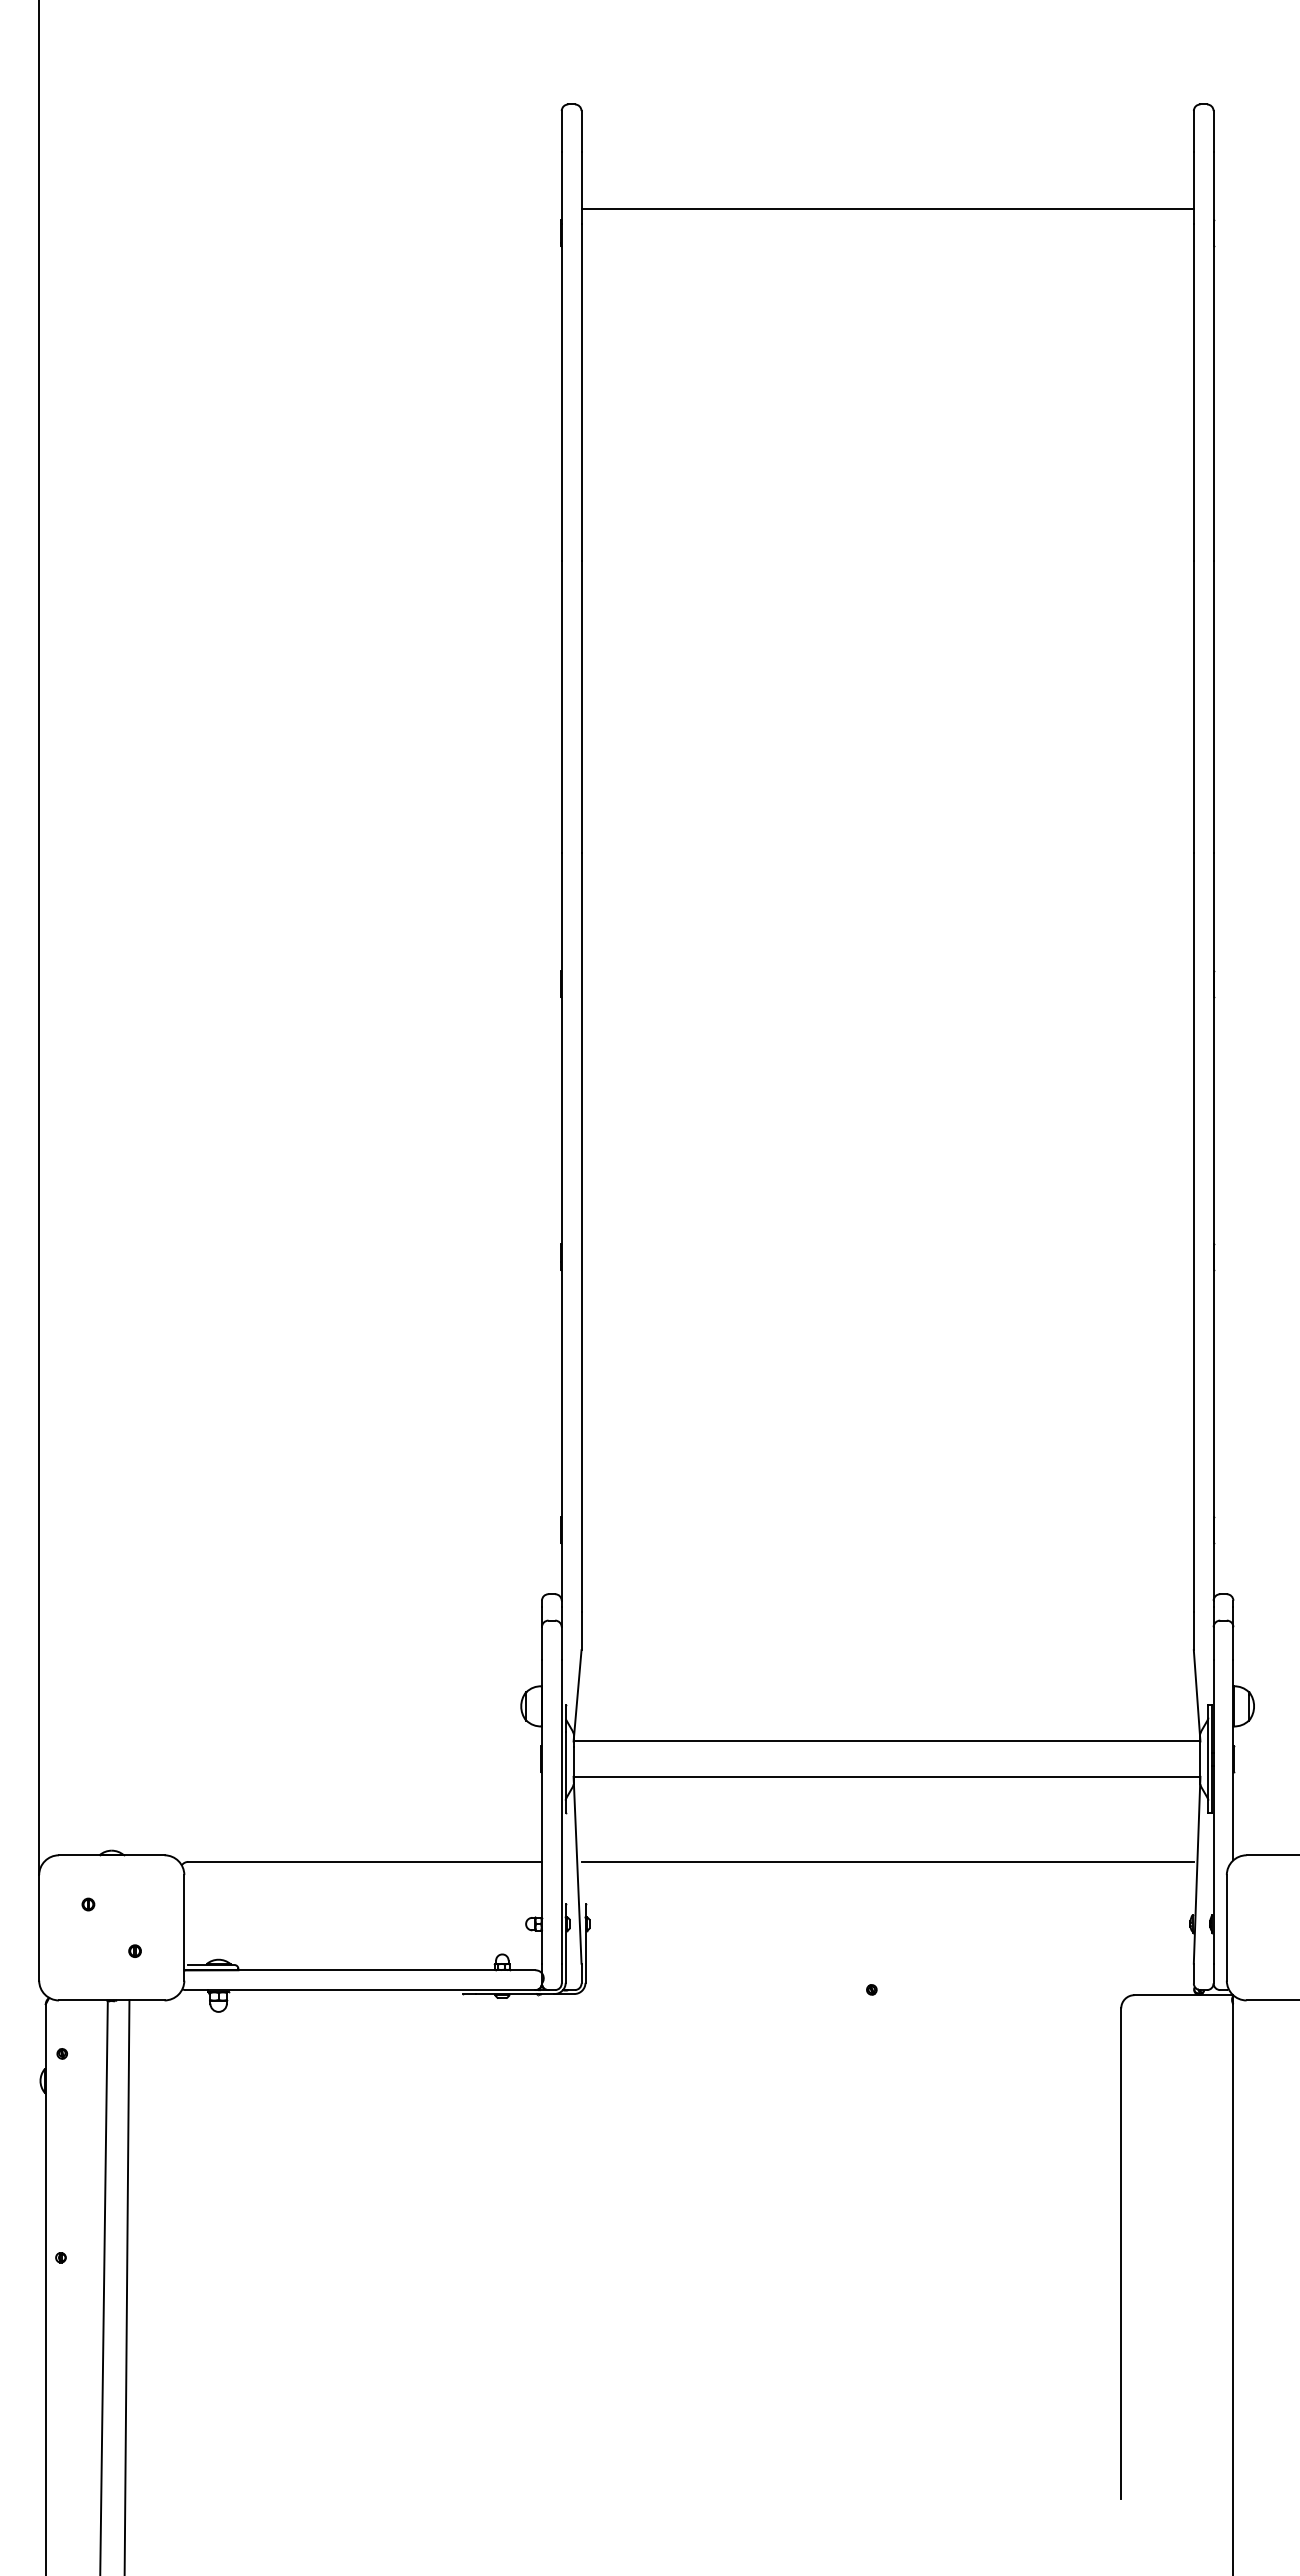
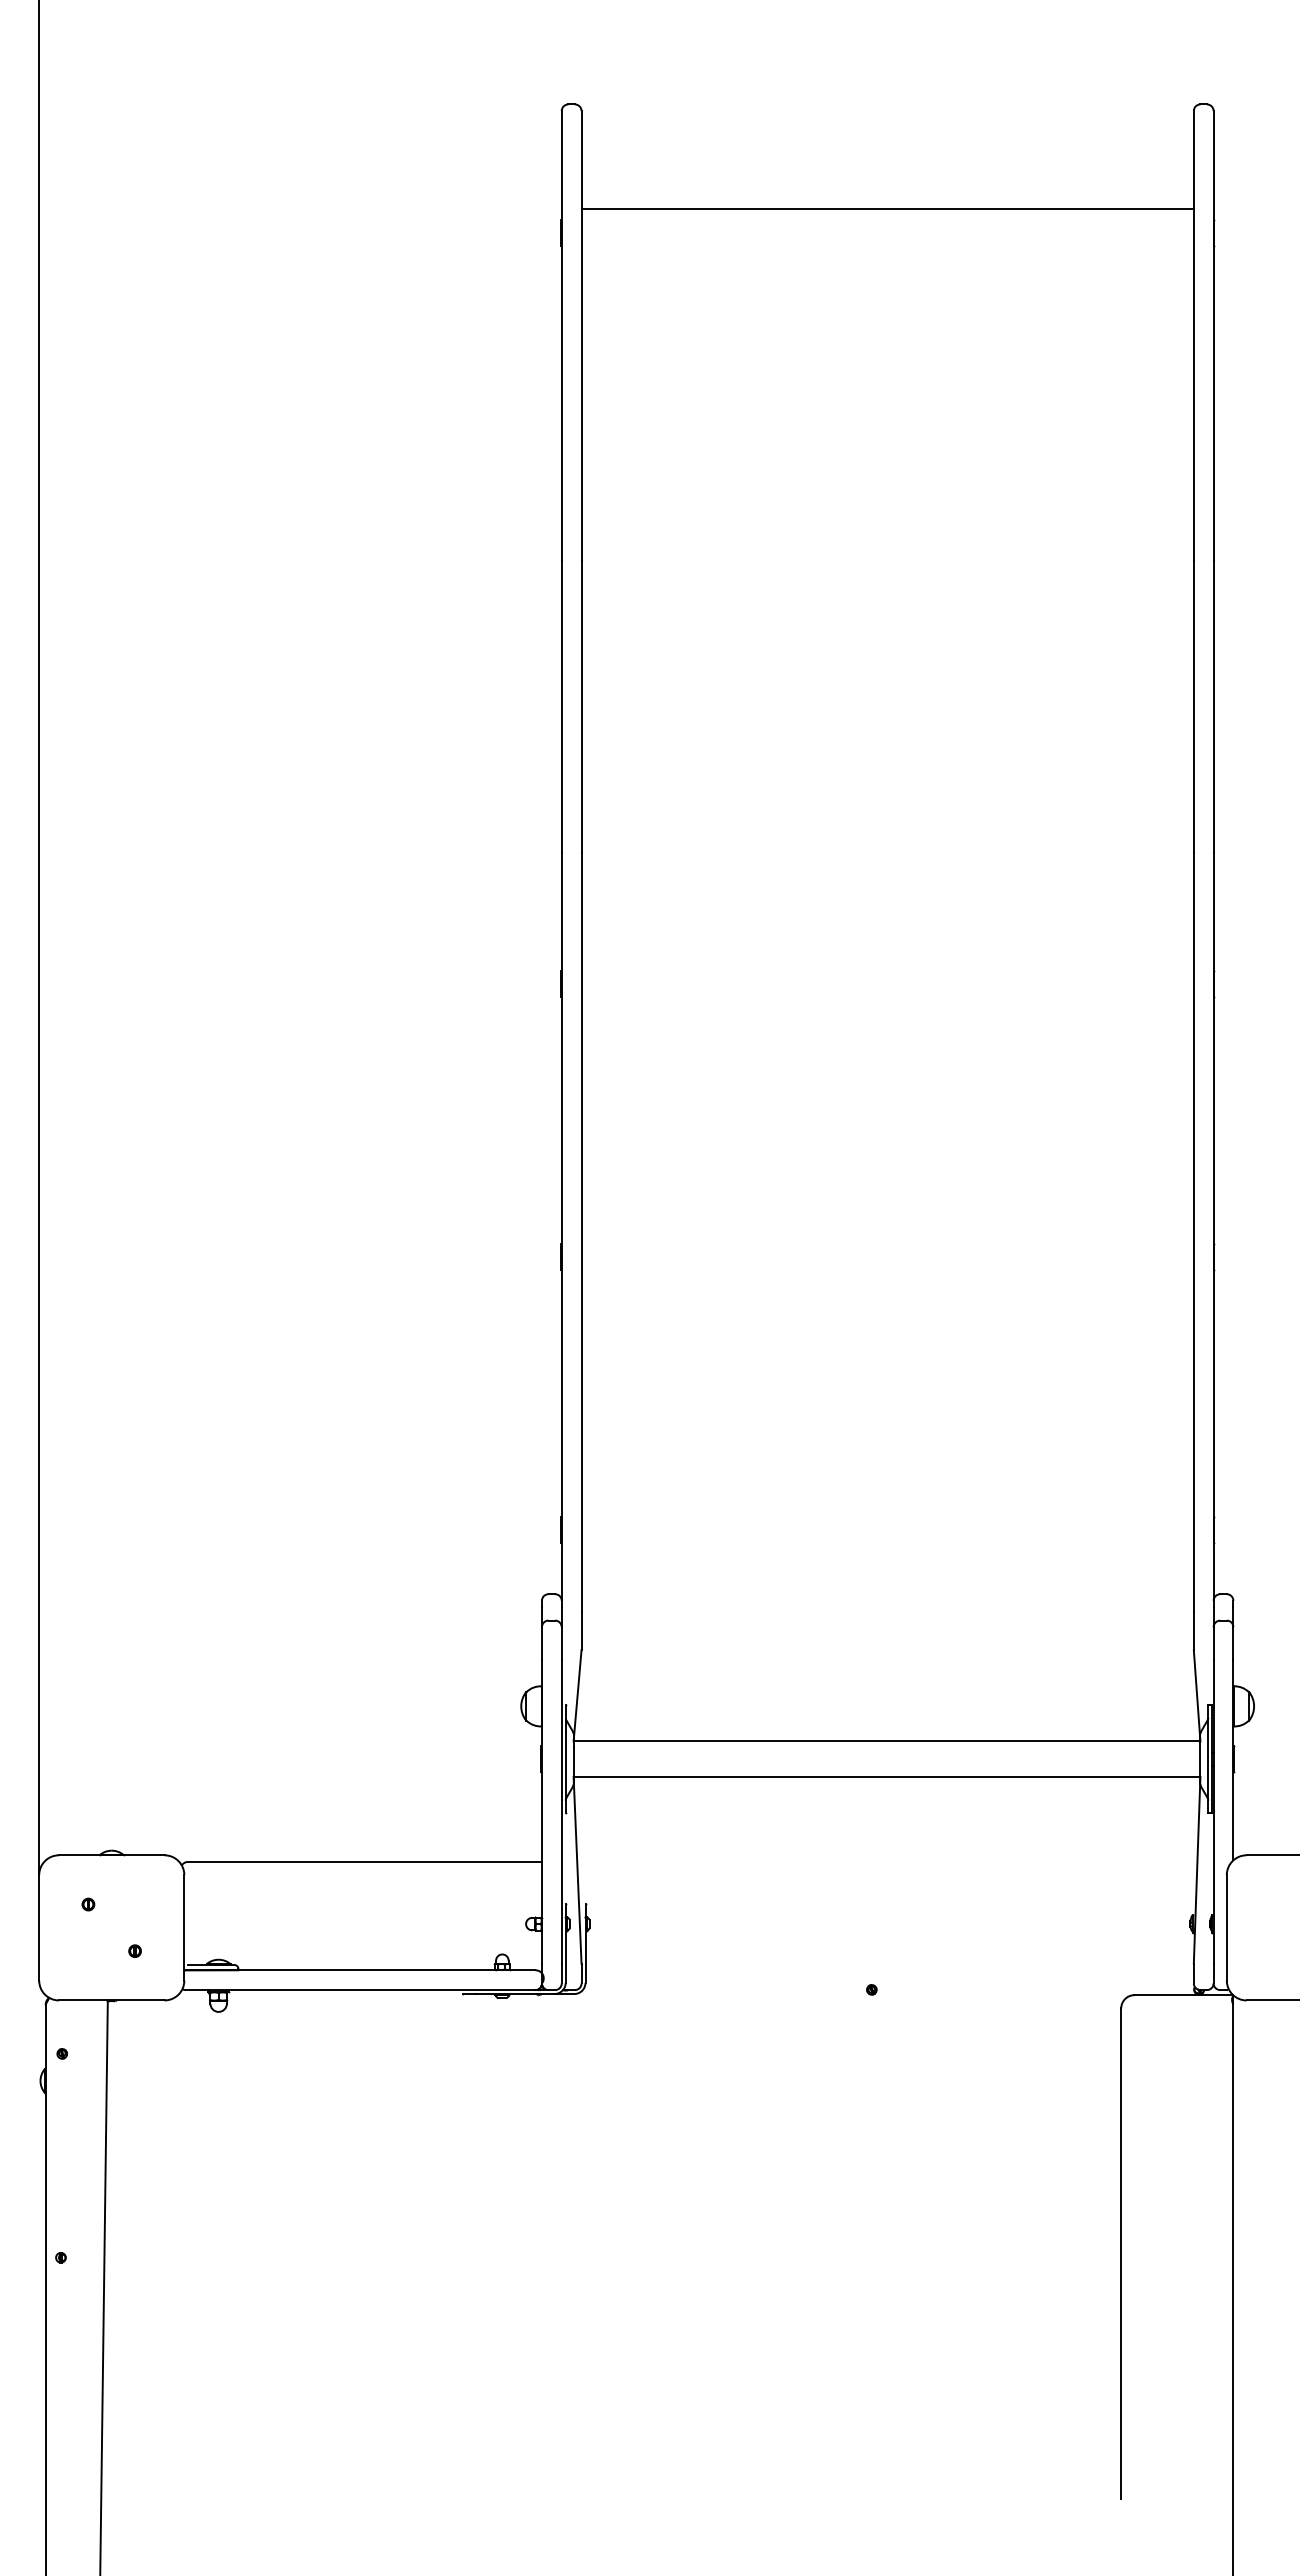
line at (887, 1861): present -> none
line at (126, 2286): present -> none
